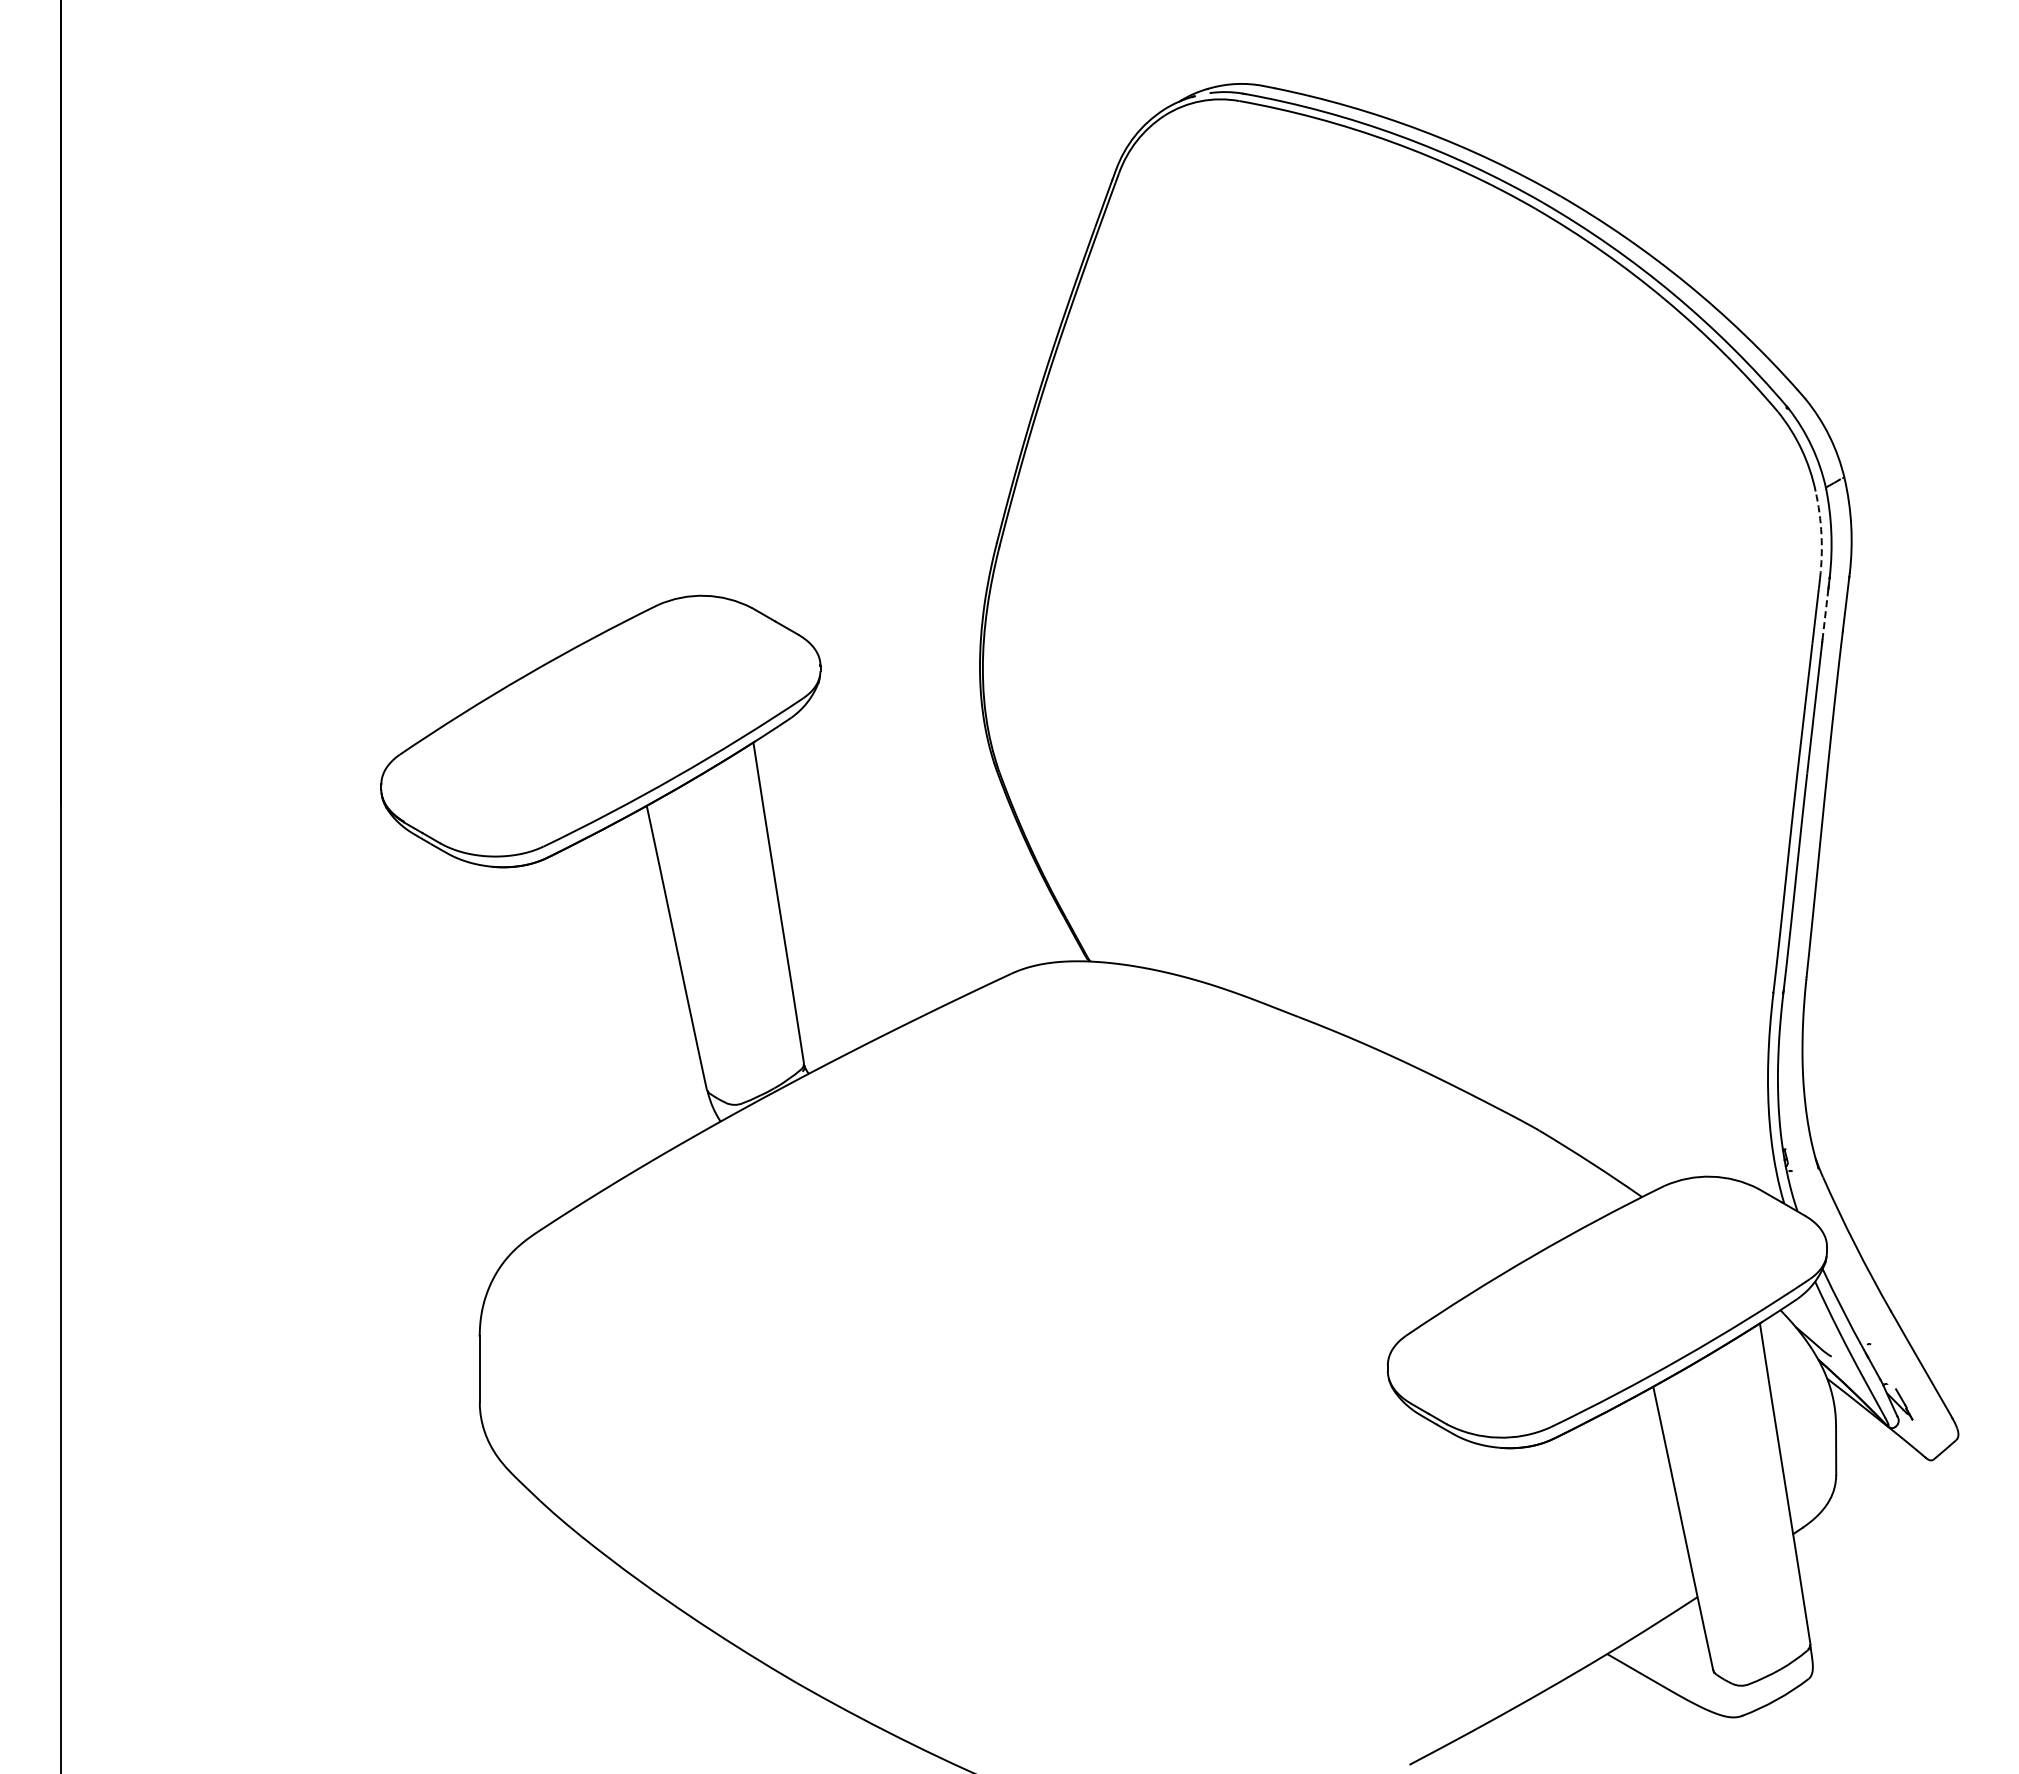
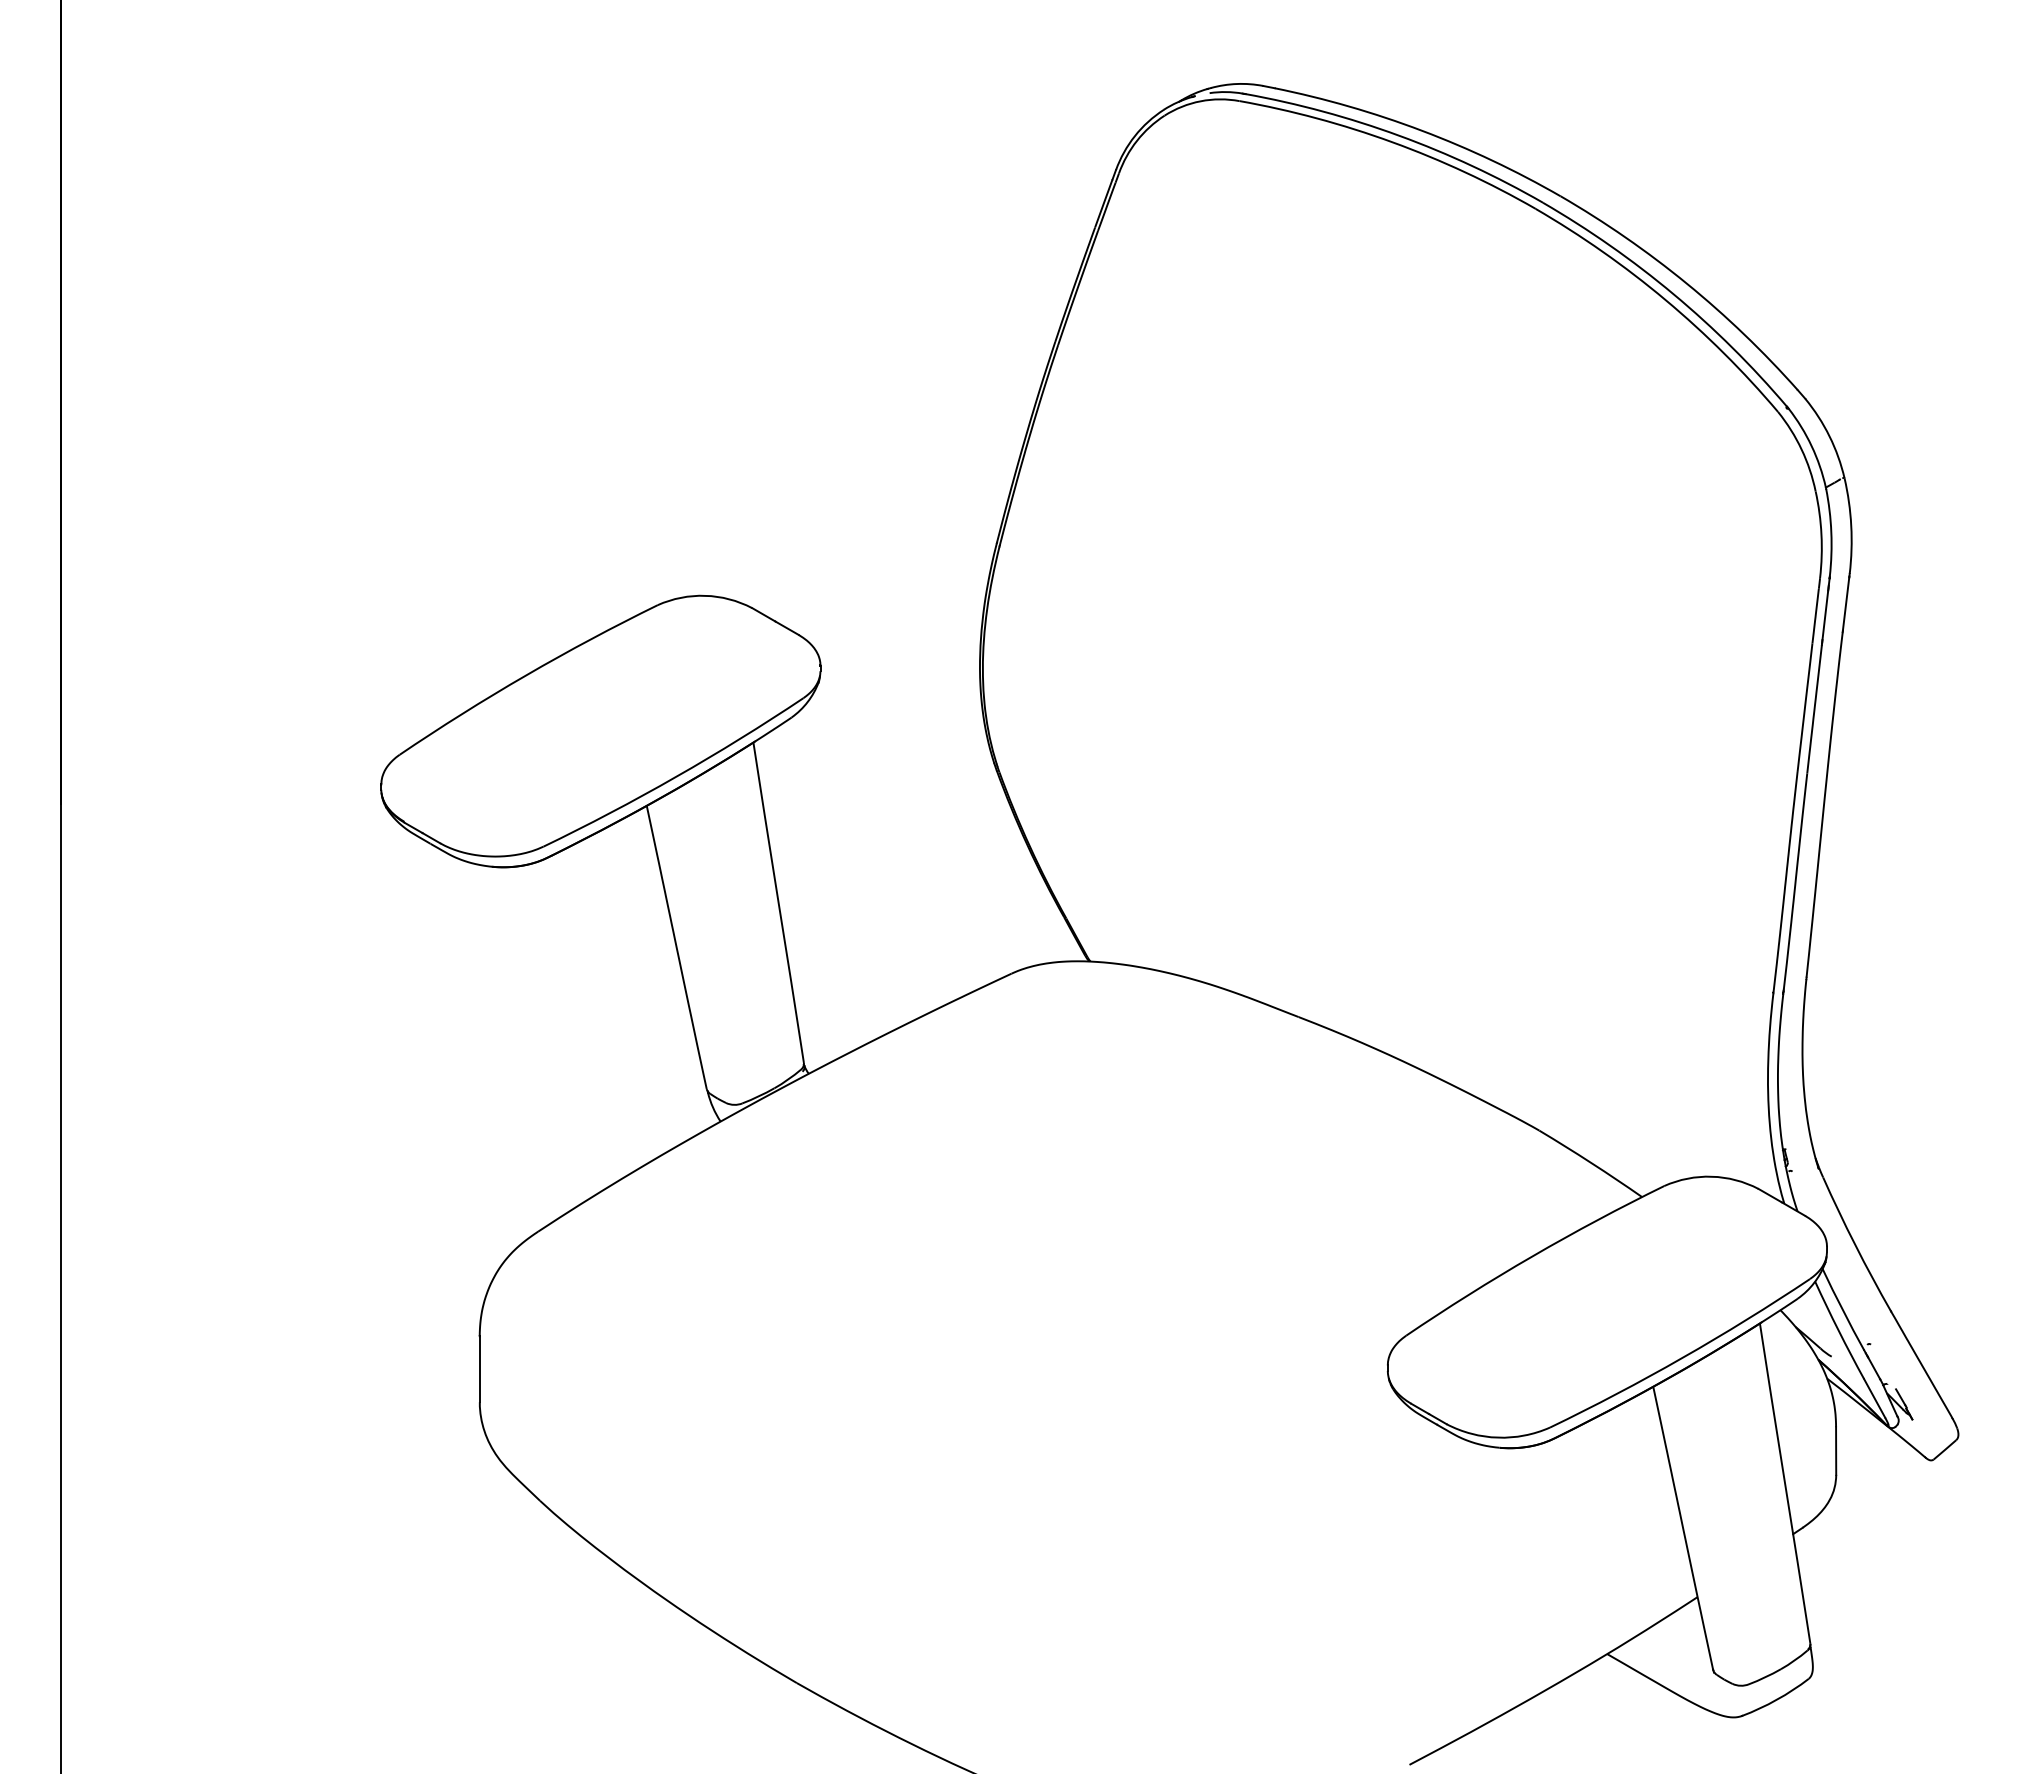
arc at (1821, 534): dashed -> solid
line at (1825, 615): dashed -> solid
